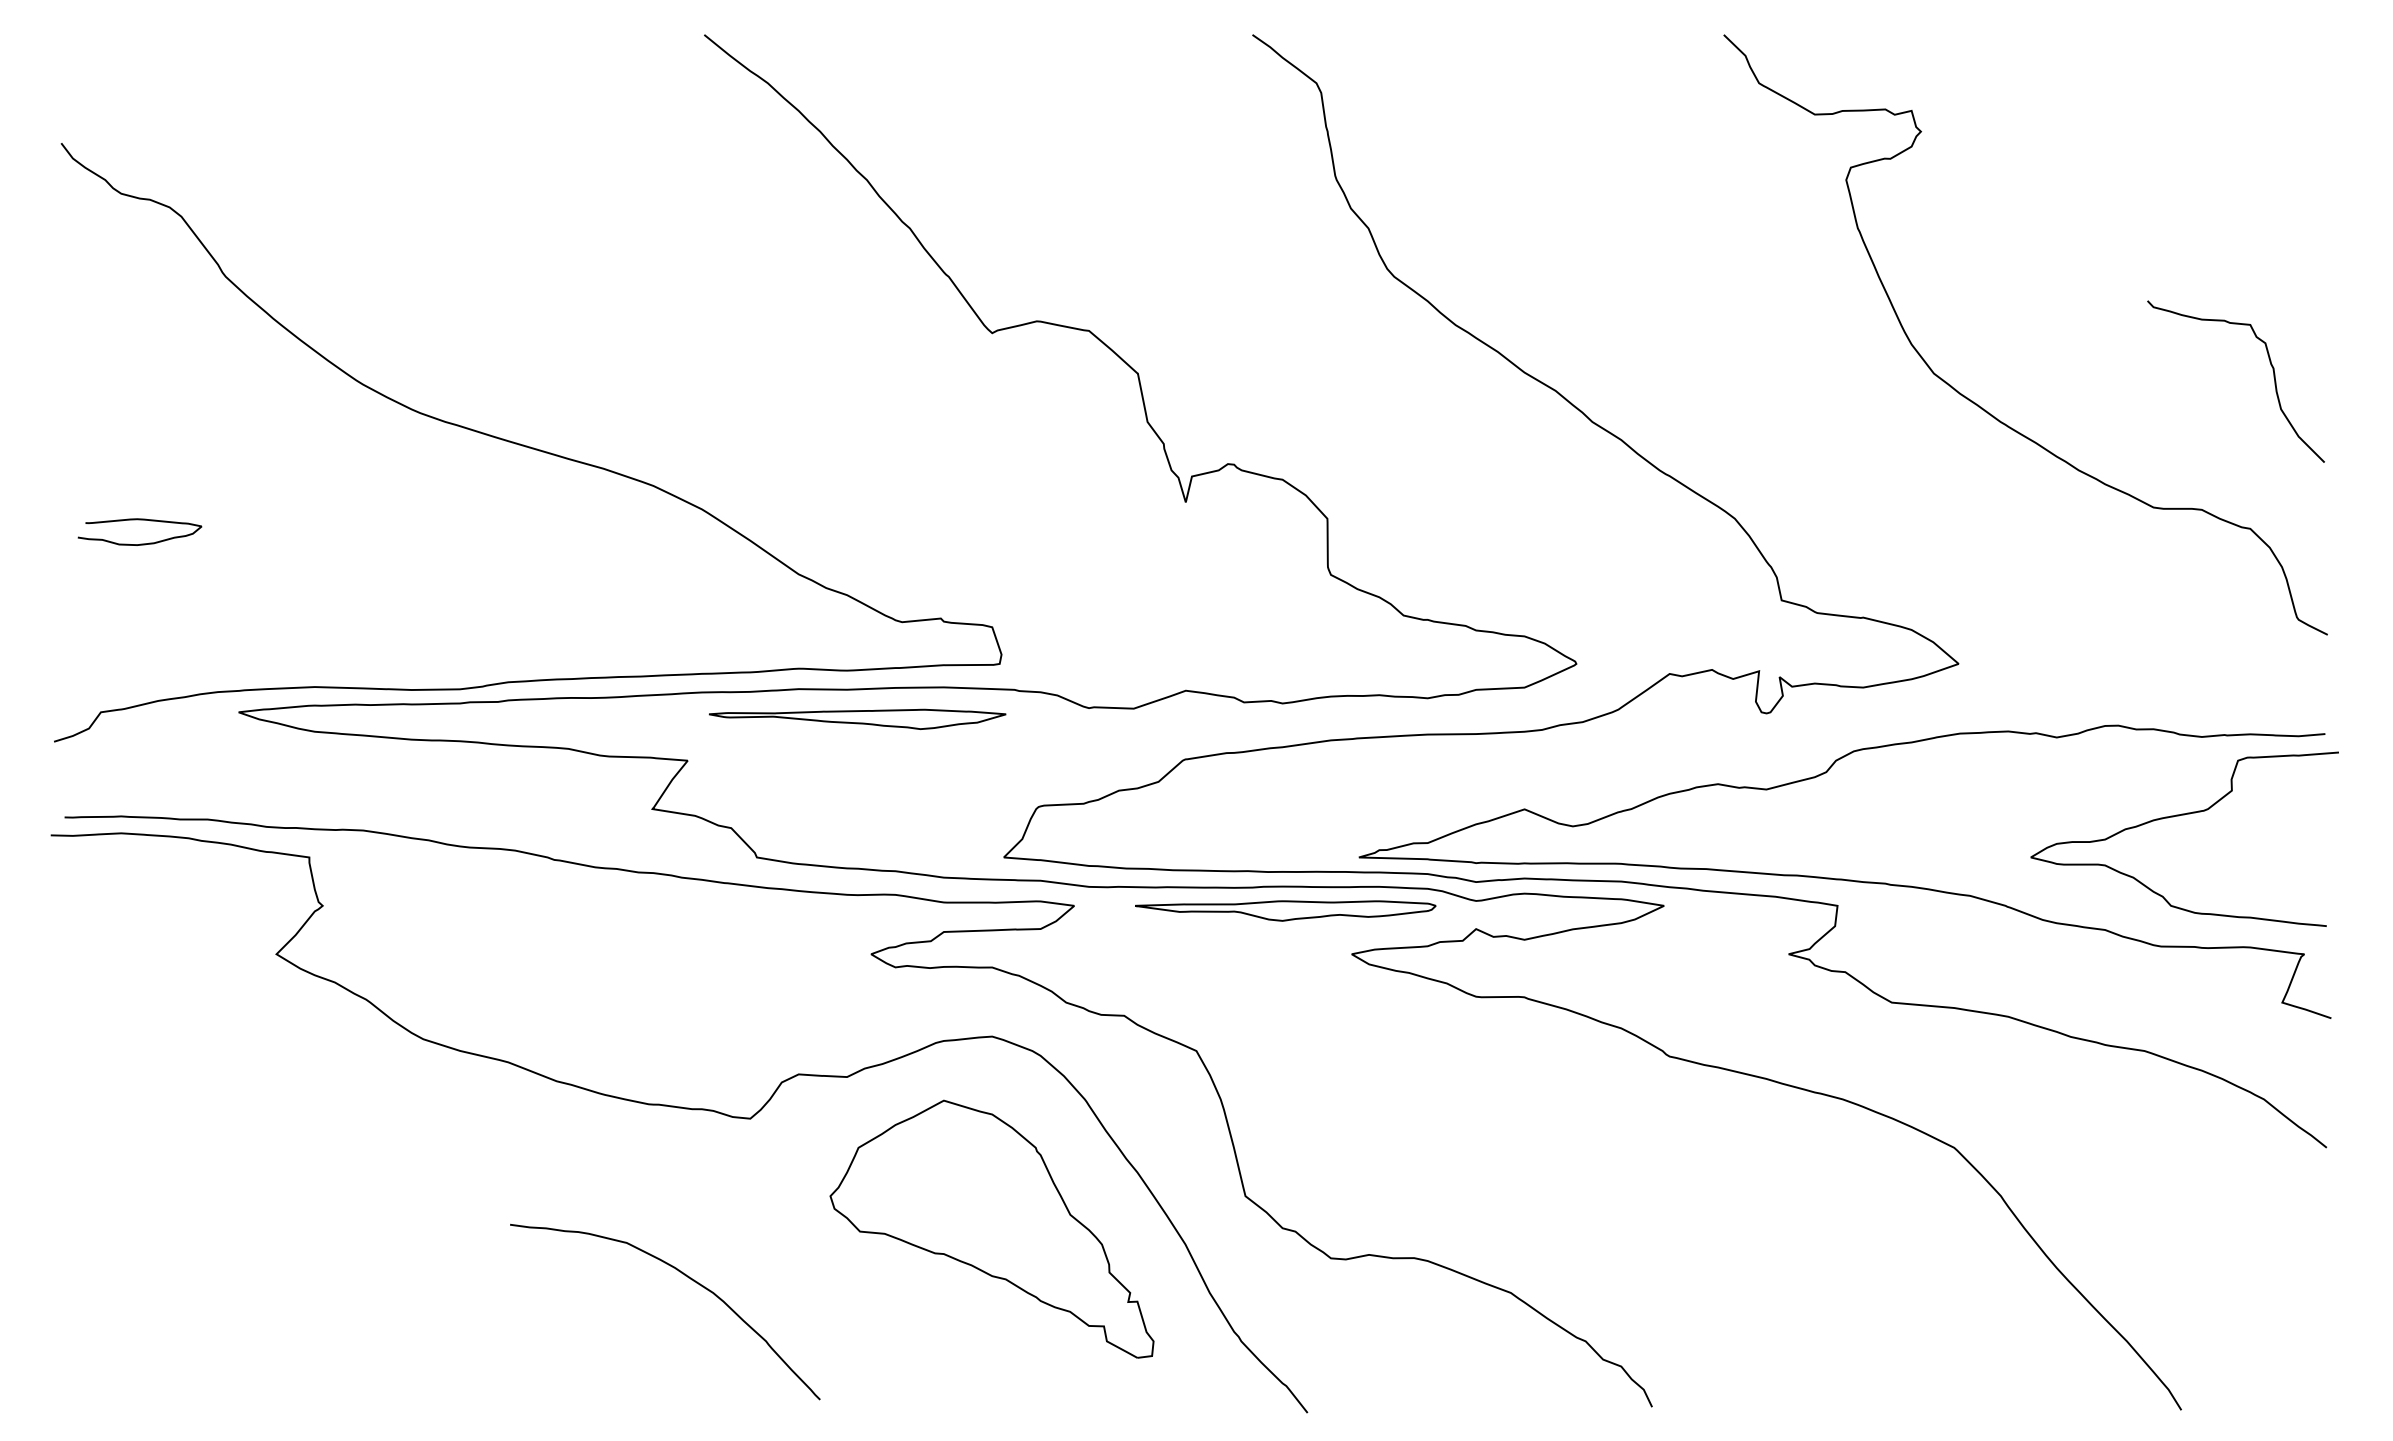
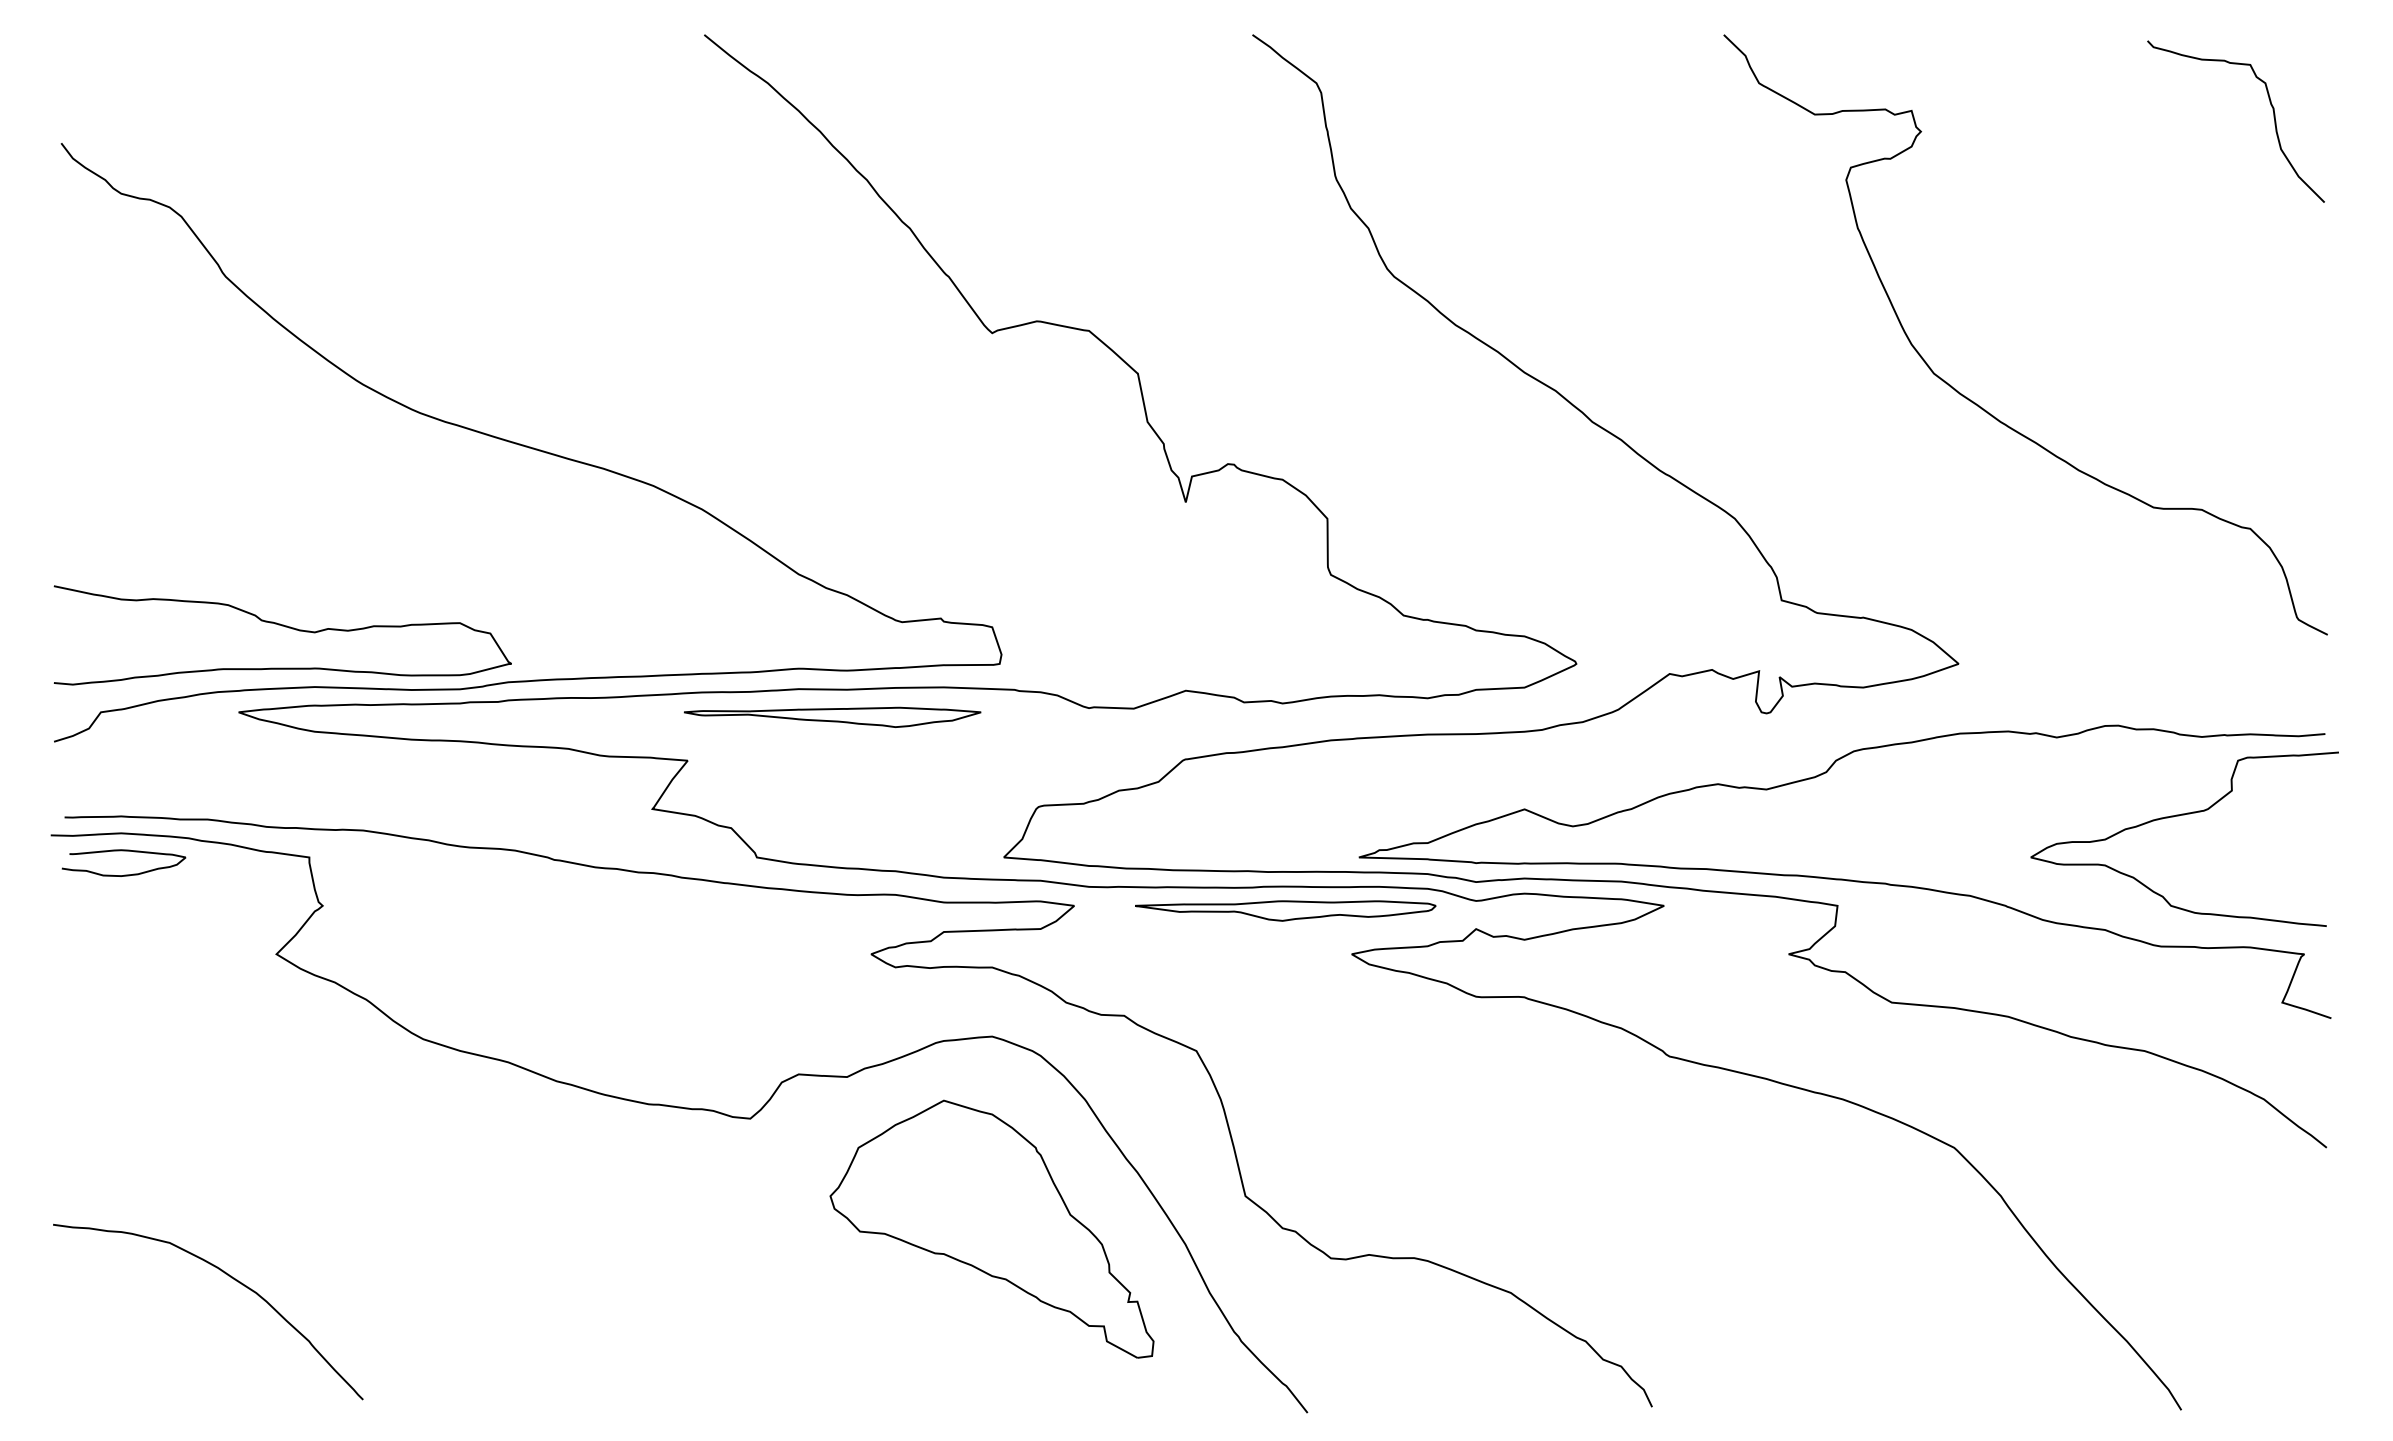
curve at (2273, 377) position: (2273, 377) -> (2273, 117)
curve at (139, 520) position: (139, 520) -> (123, 851)
curve at (285, 627): none -> present
part at (857, 718) position: (857, 718) -> (832, 716)
curve at (688, 1278) position: (688, 1278) -> (231, 1278)
